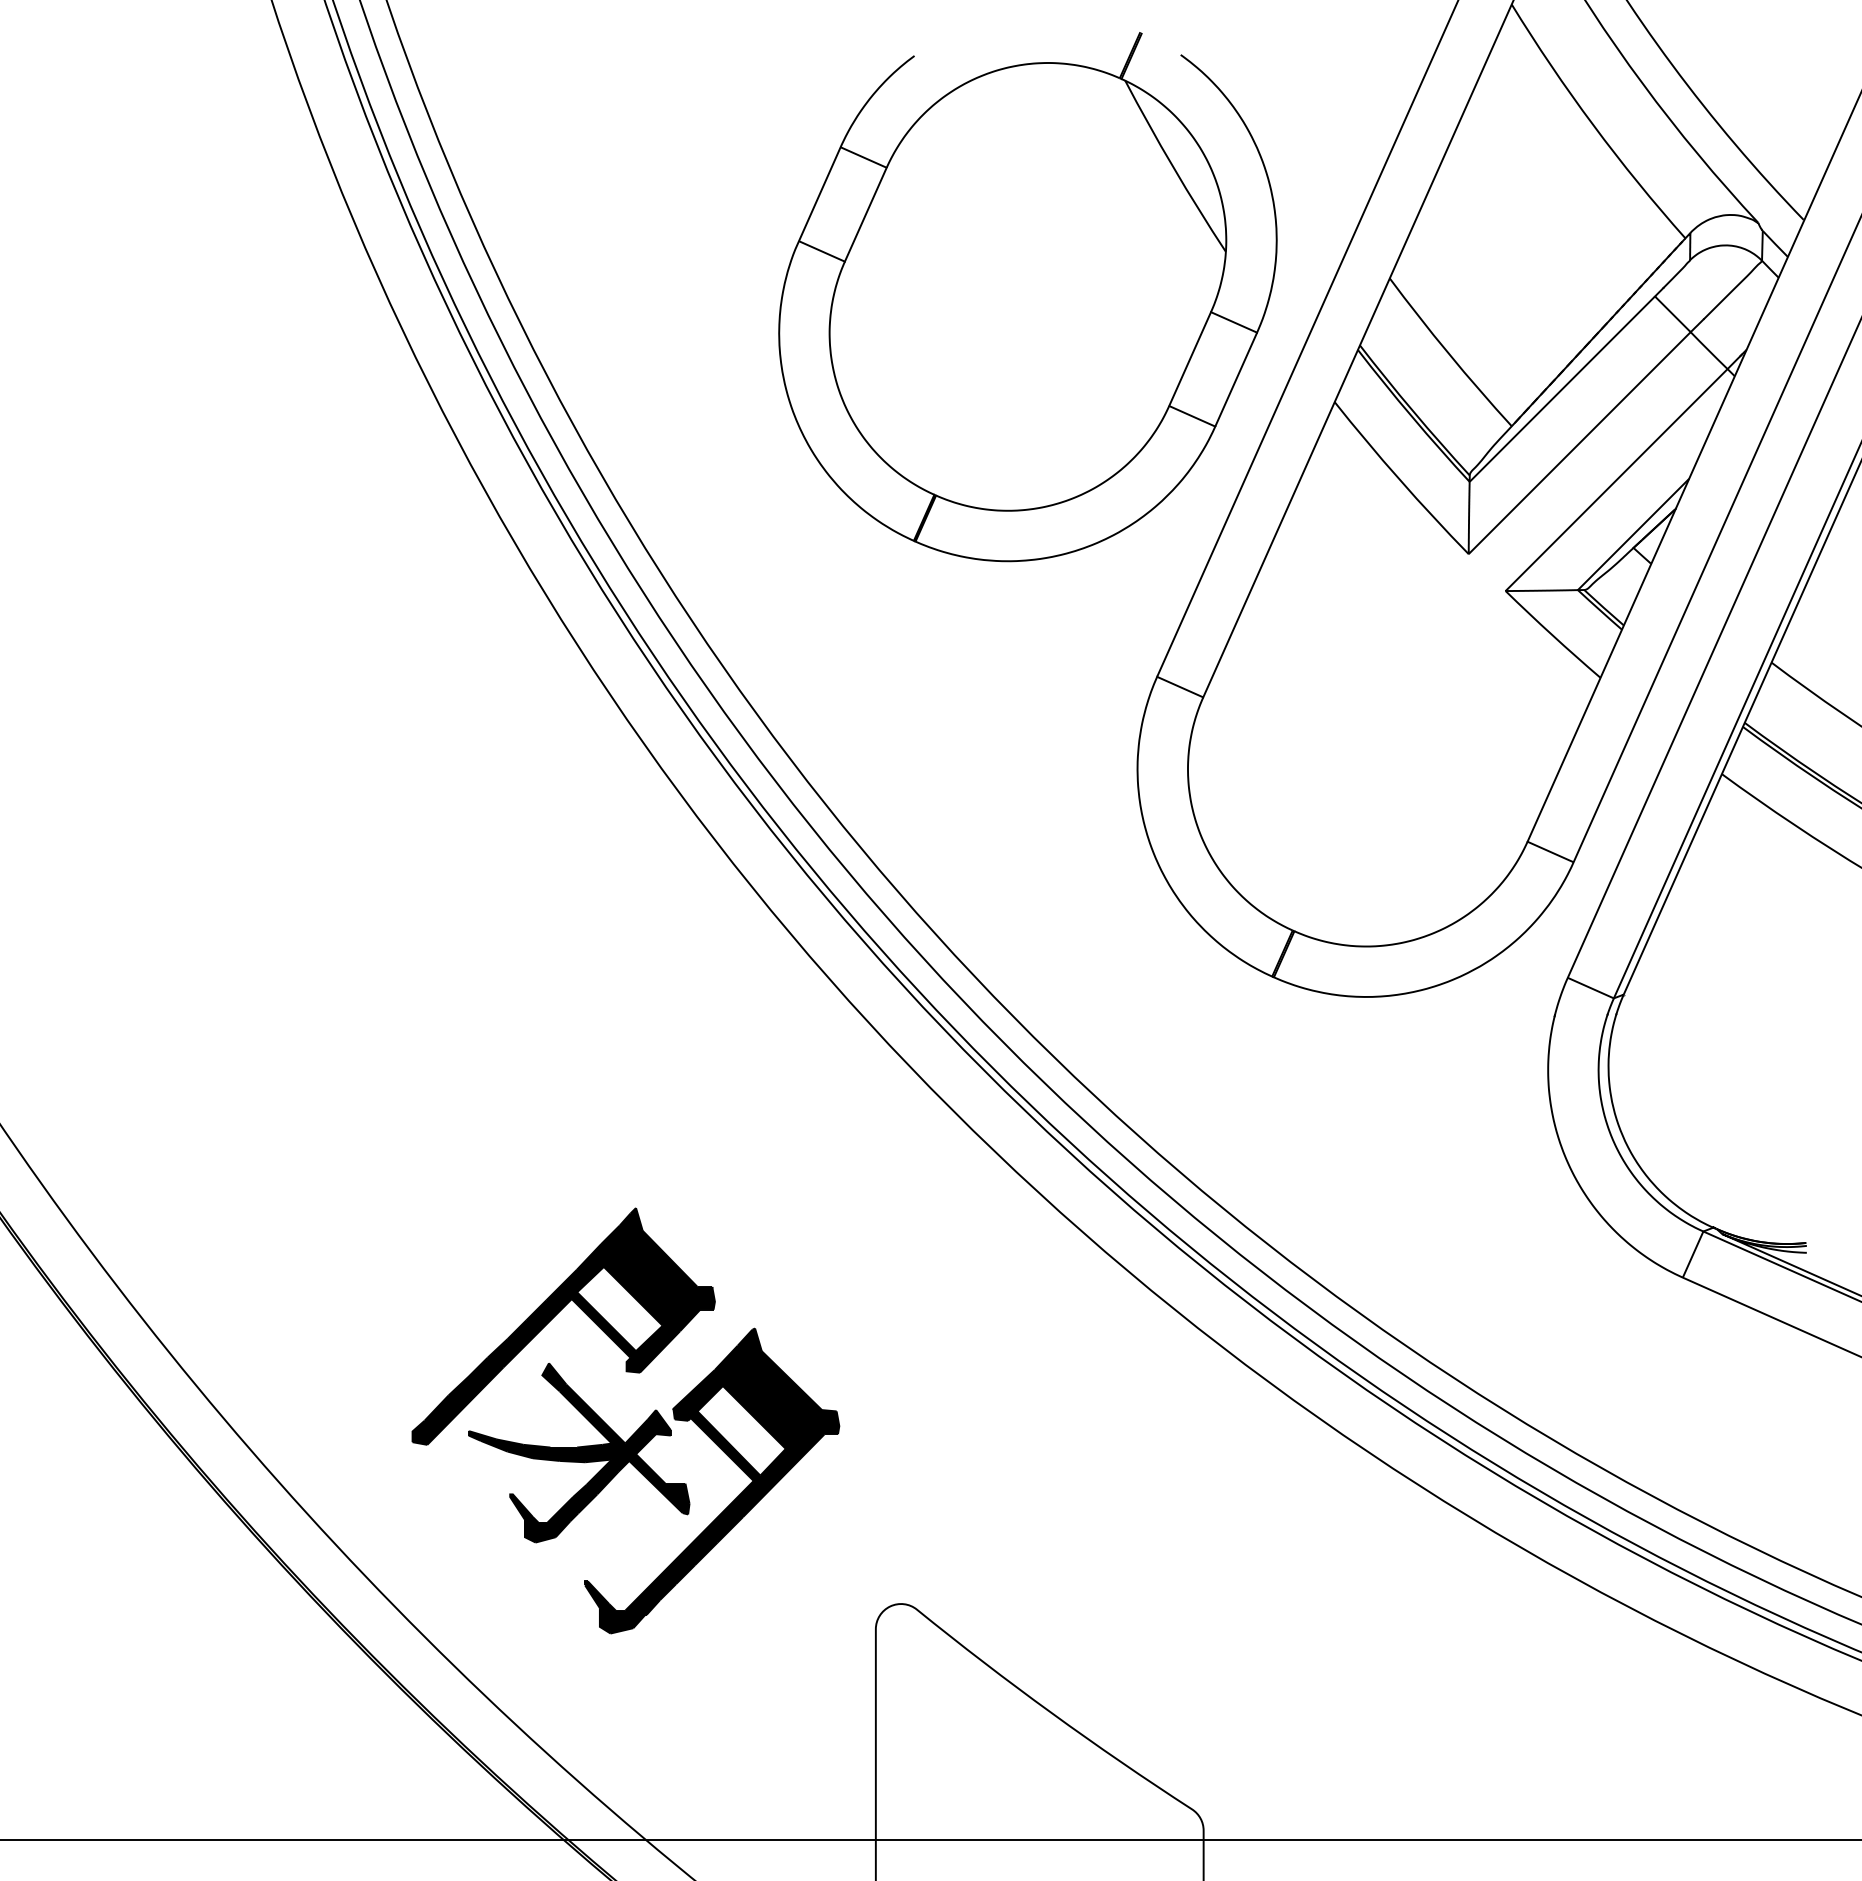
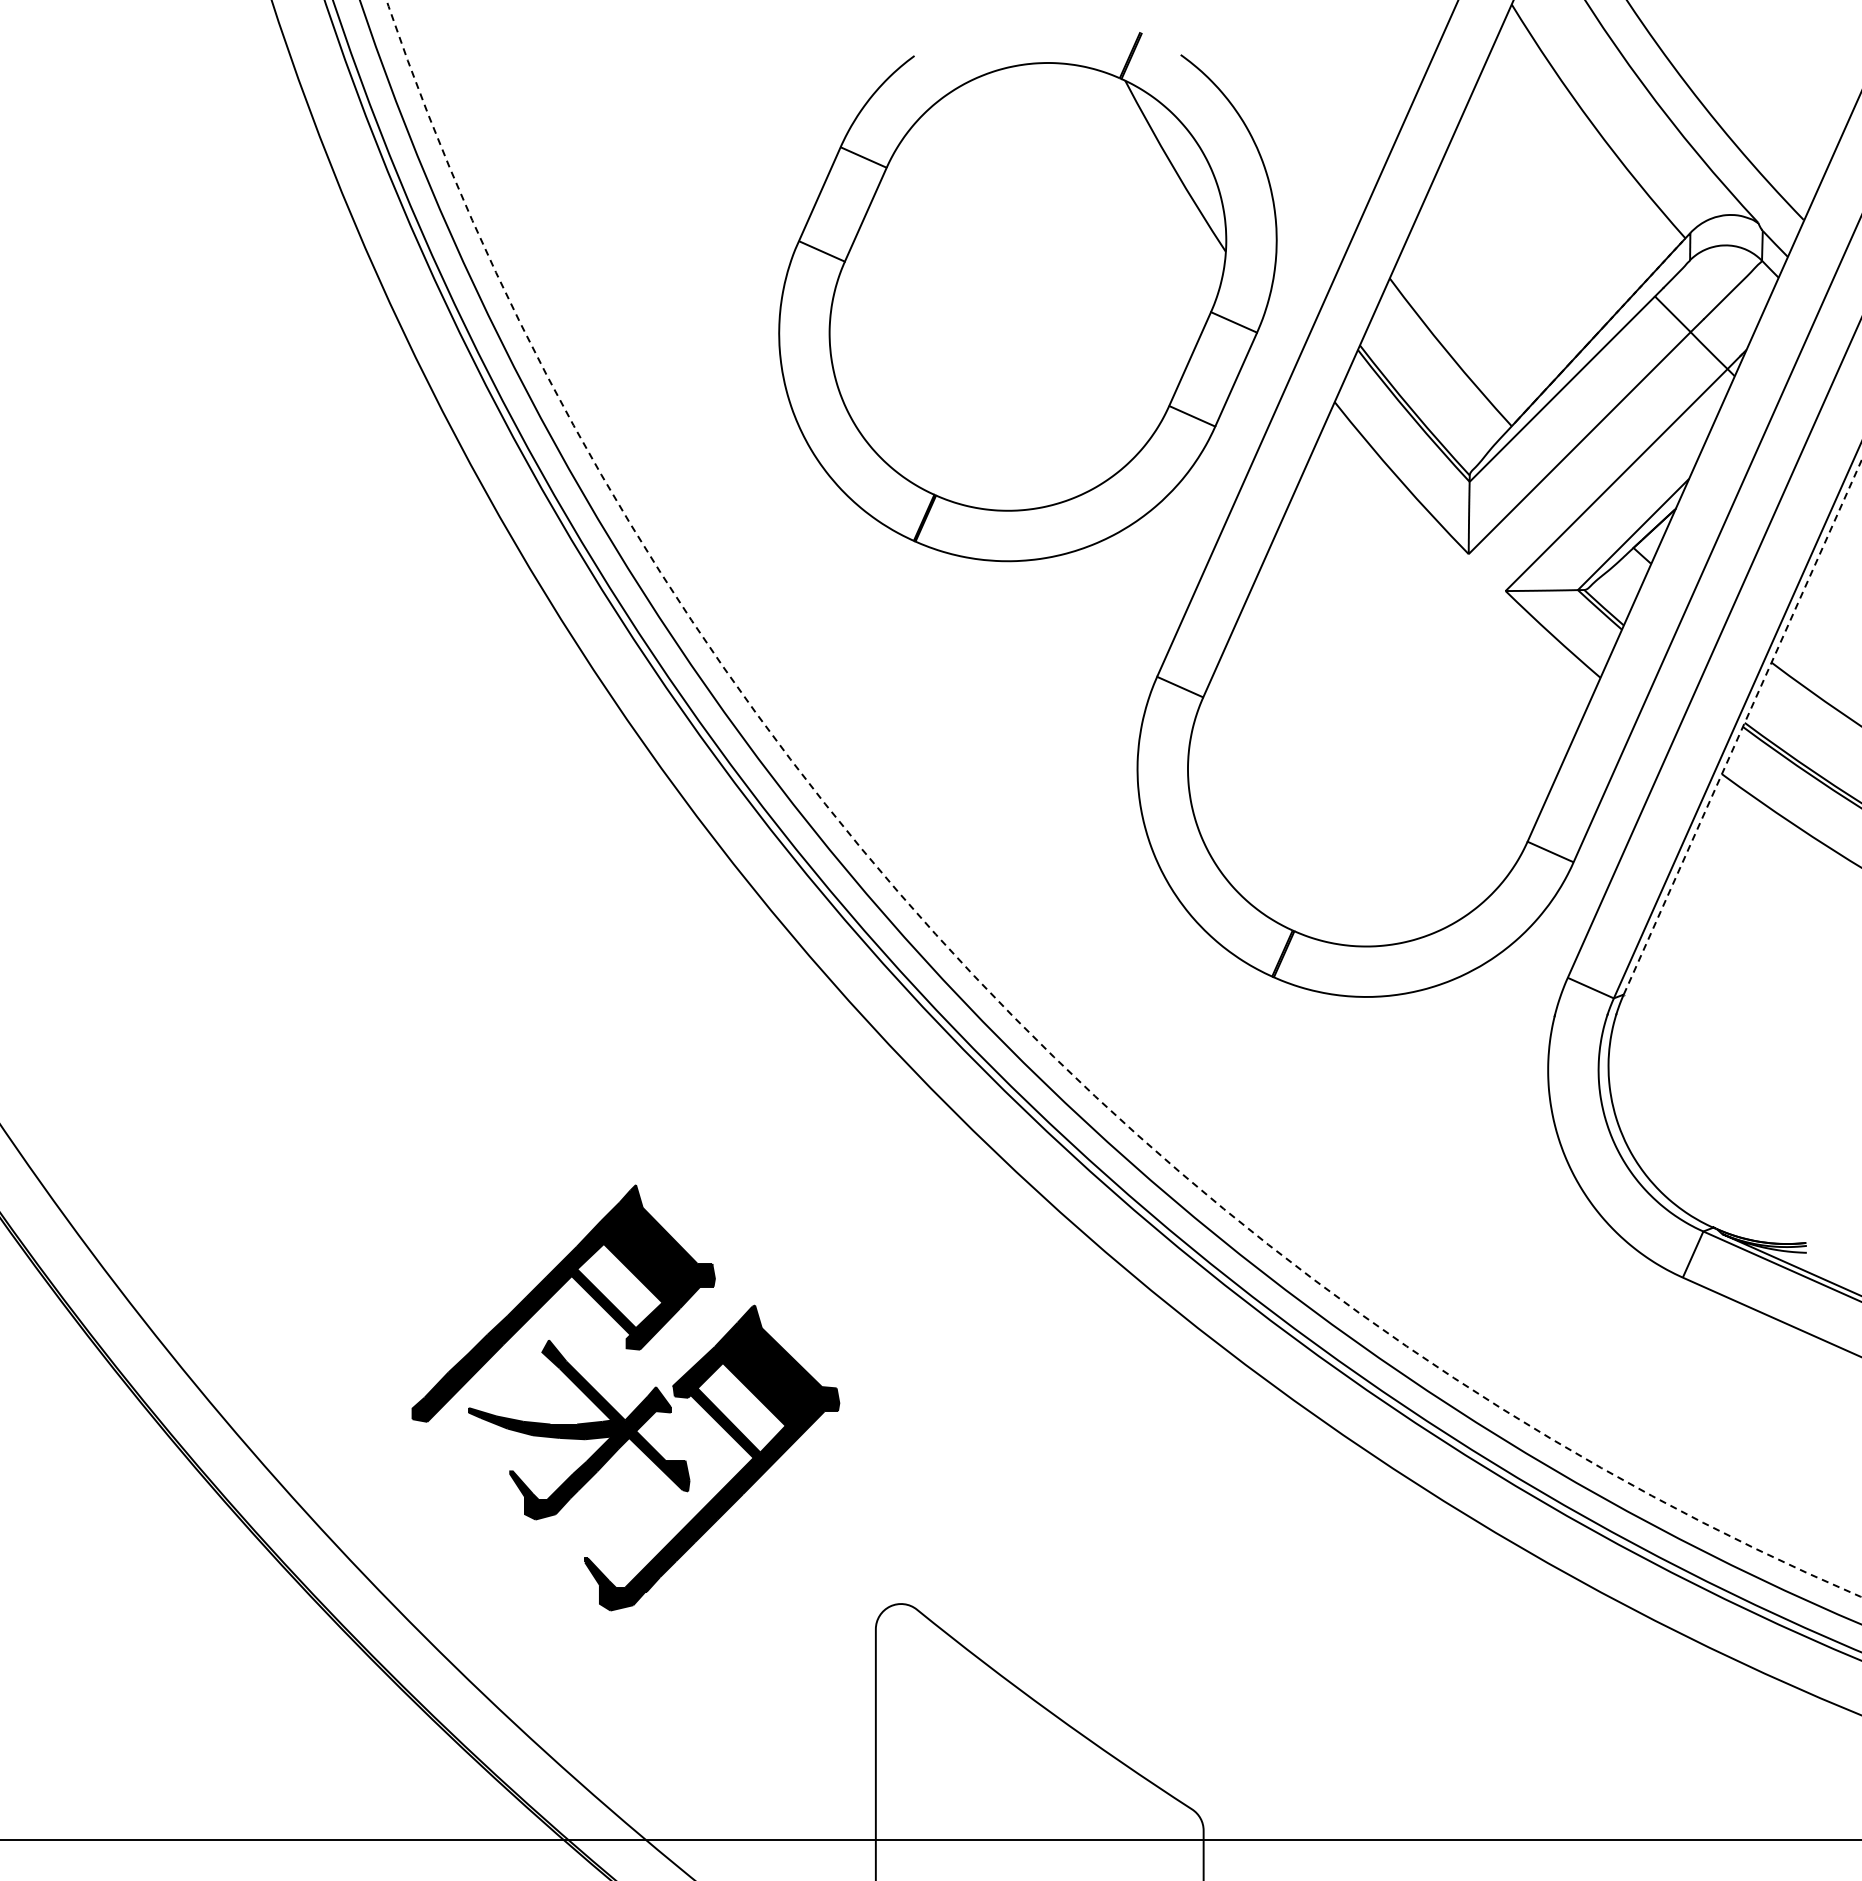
line at (1742, 727): solid -> dashed
arc at (954, 955): solid -> dashed
part at (636, 1430) position: (636, 1430) -> (636, 1407)
